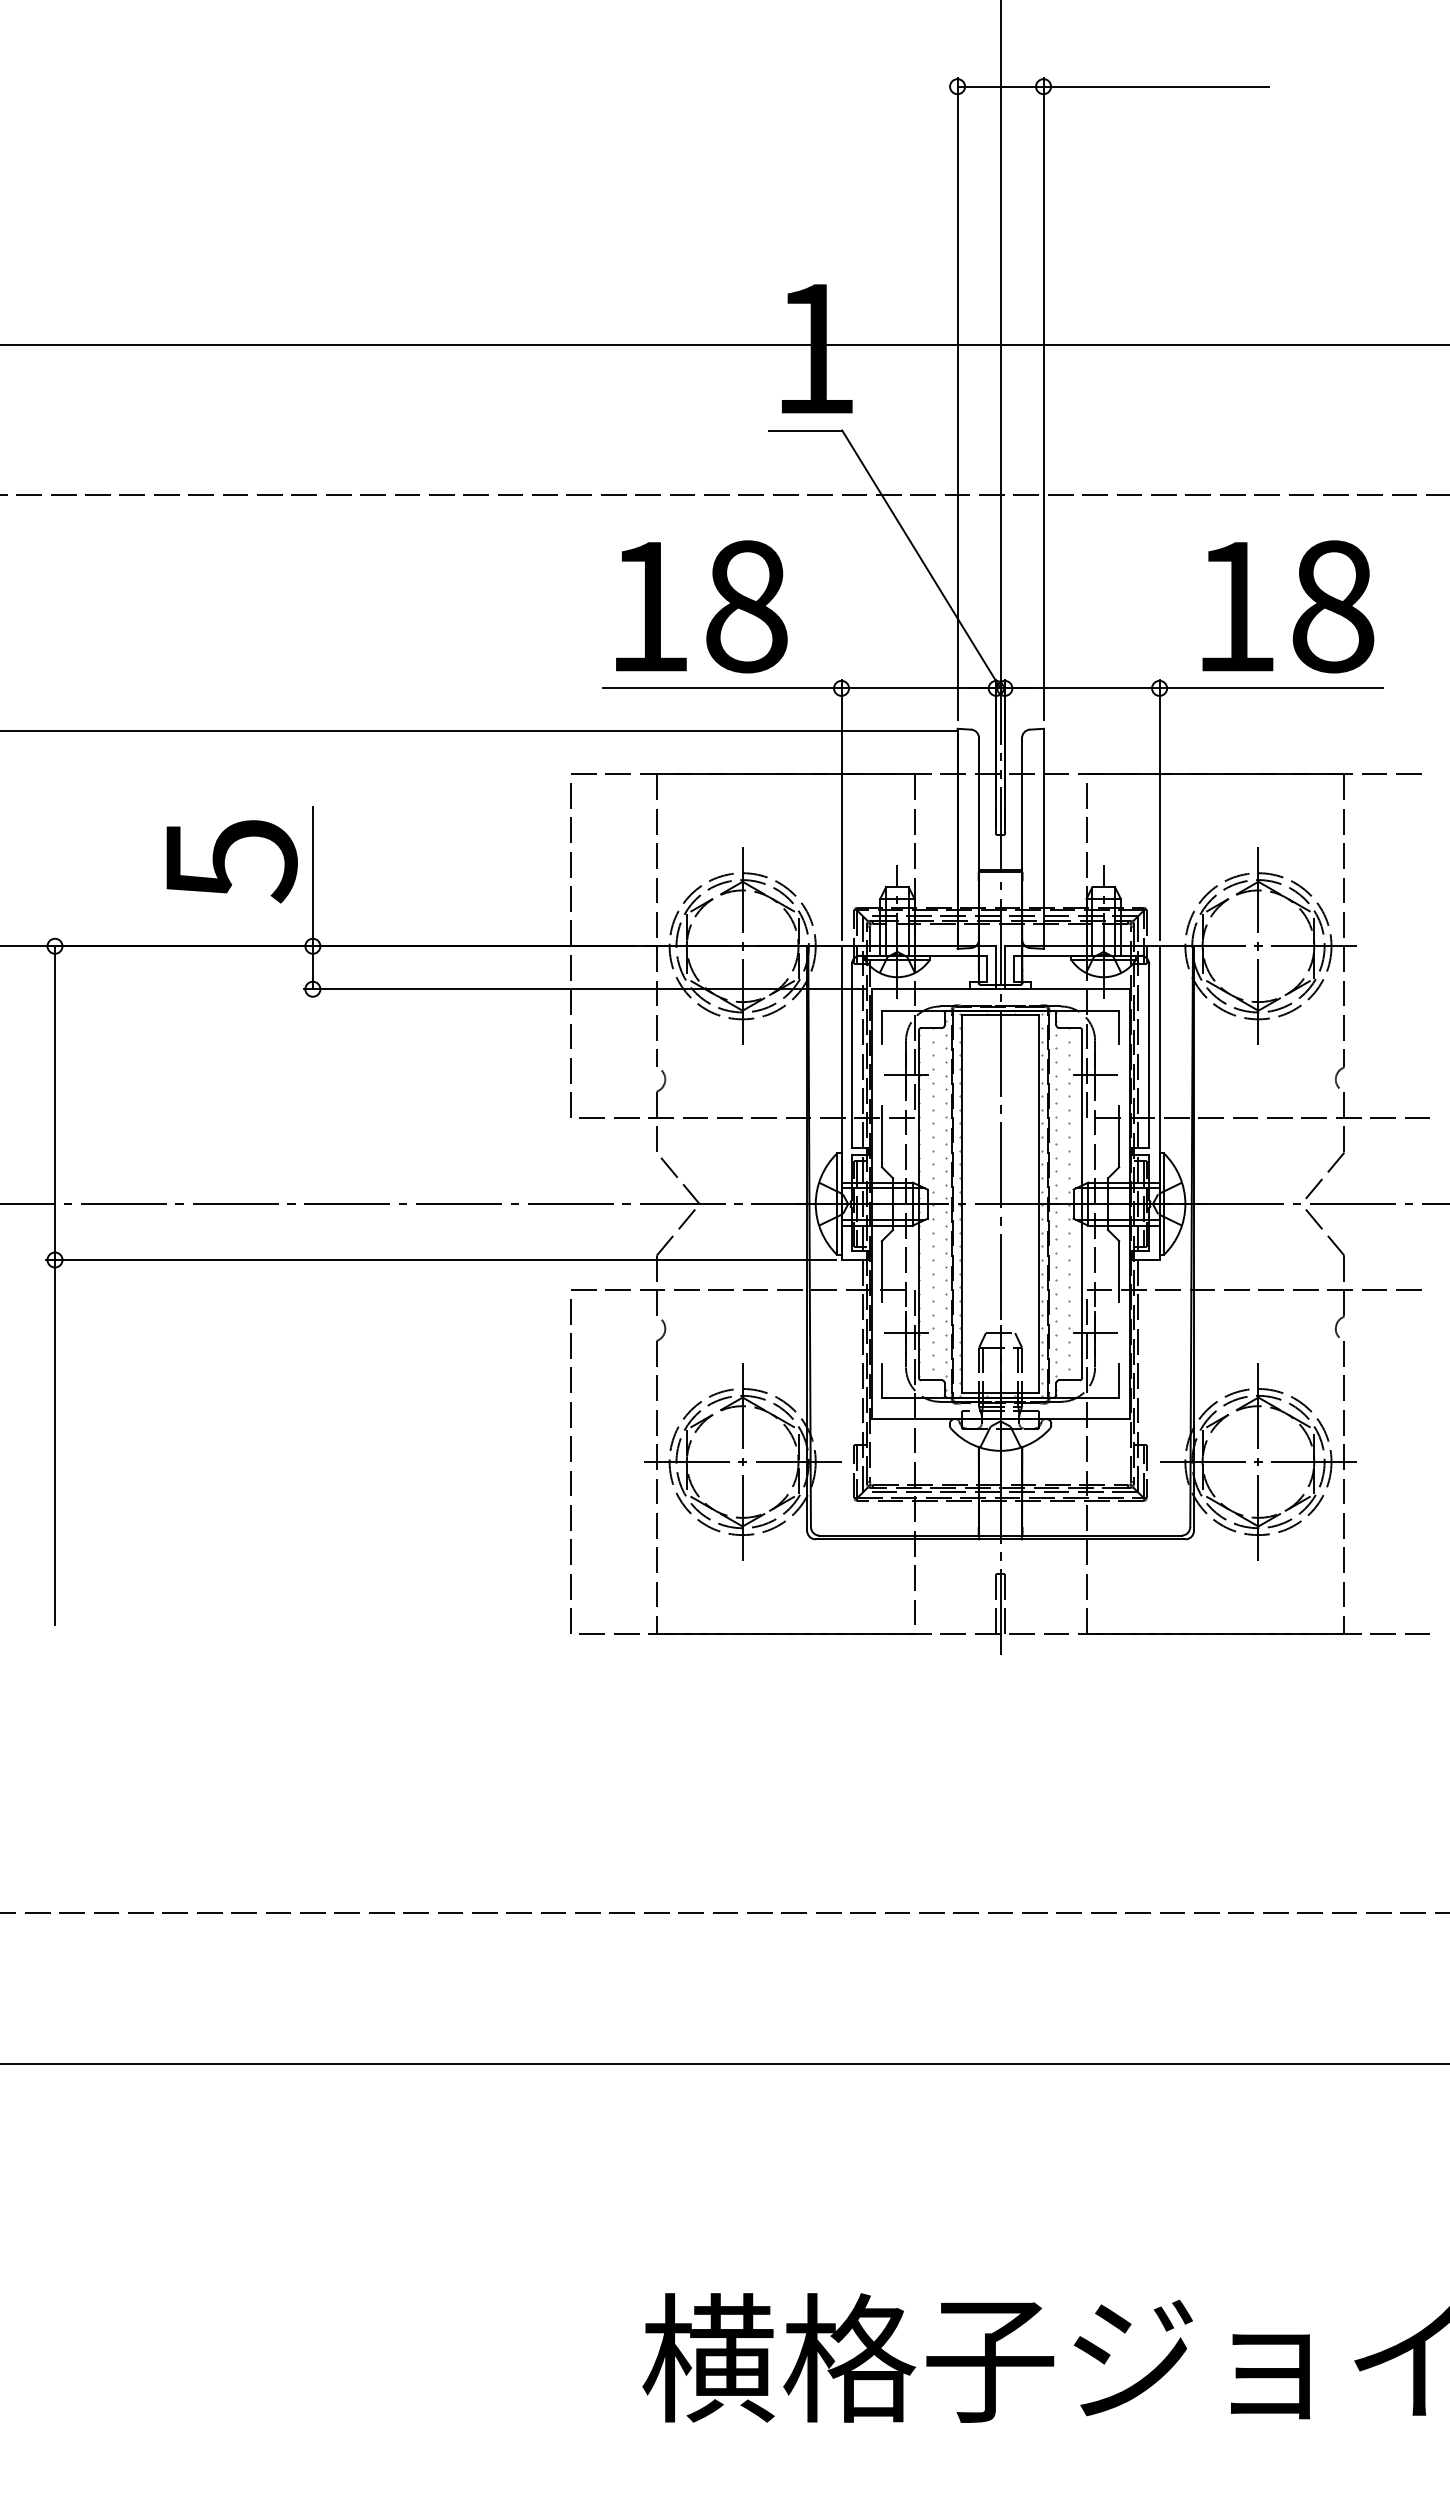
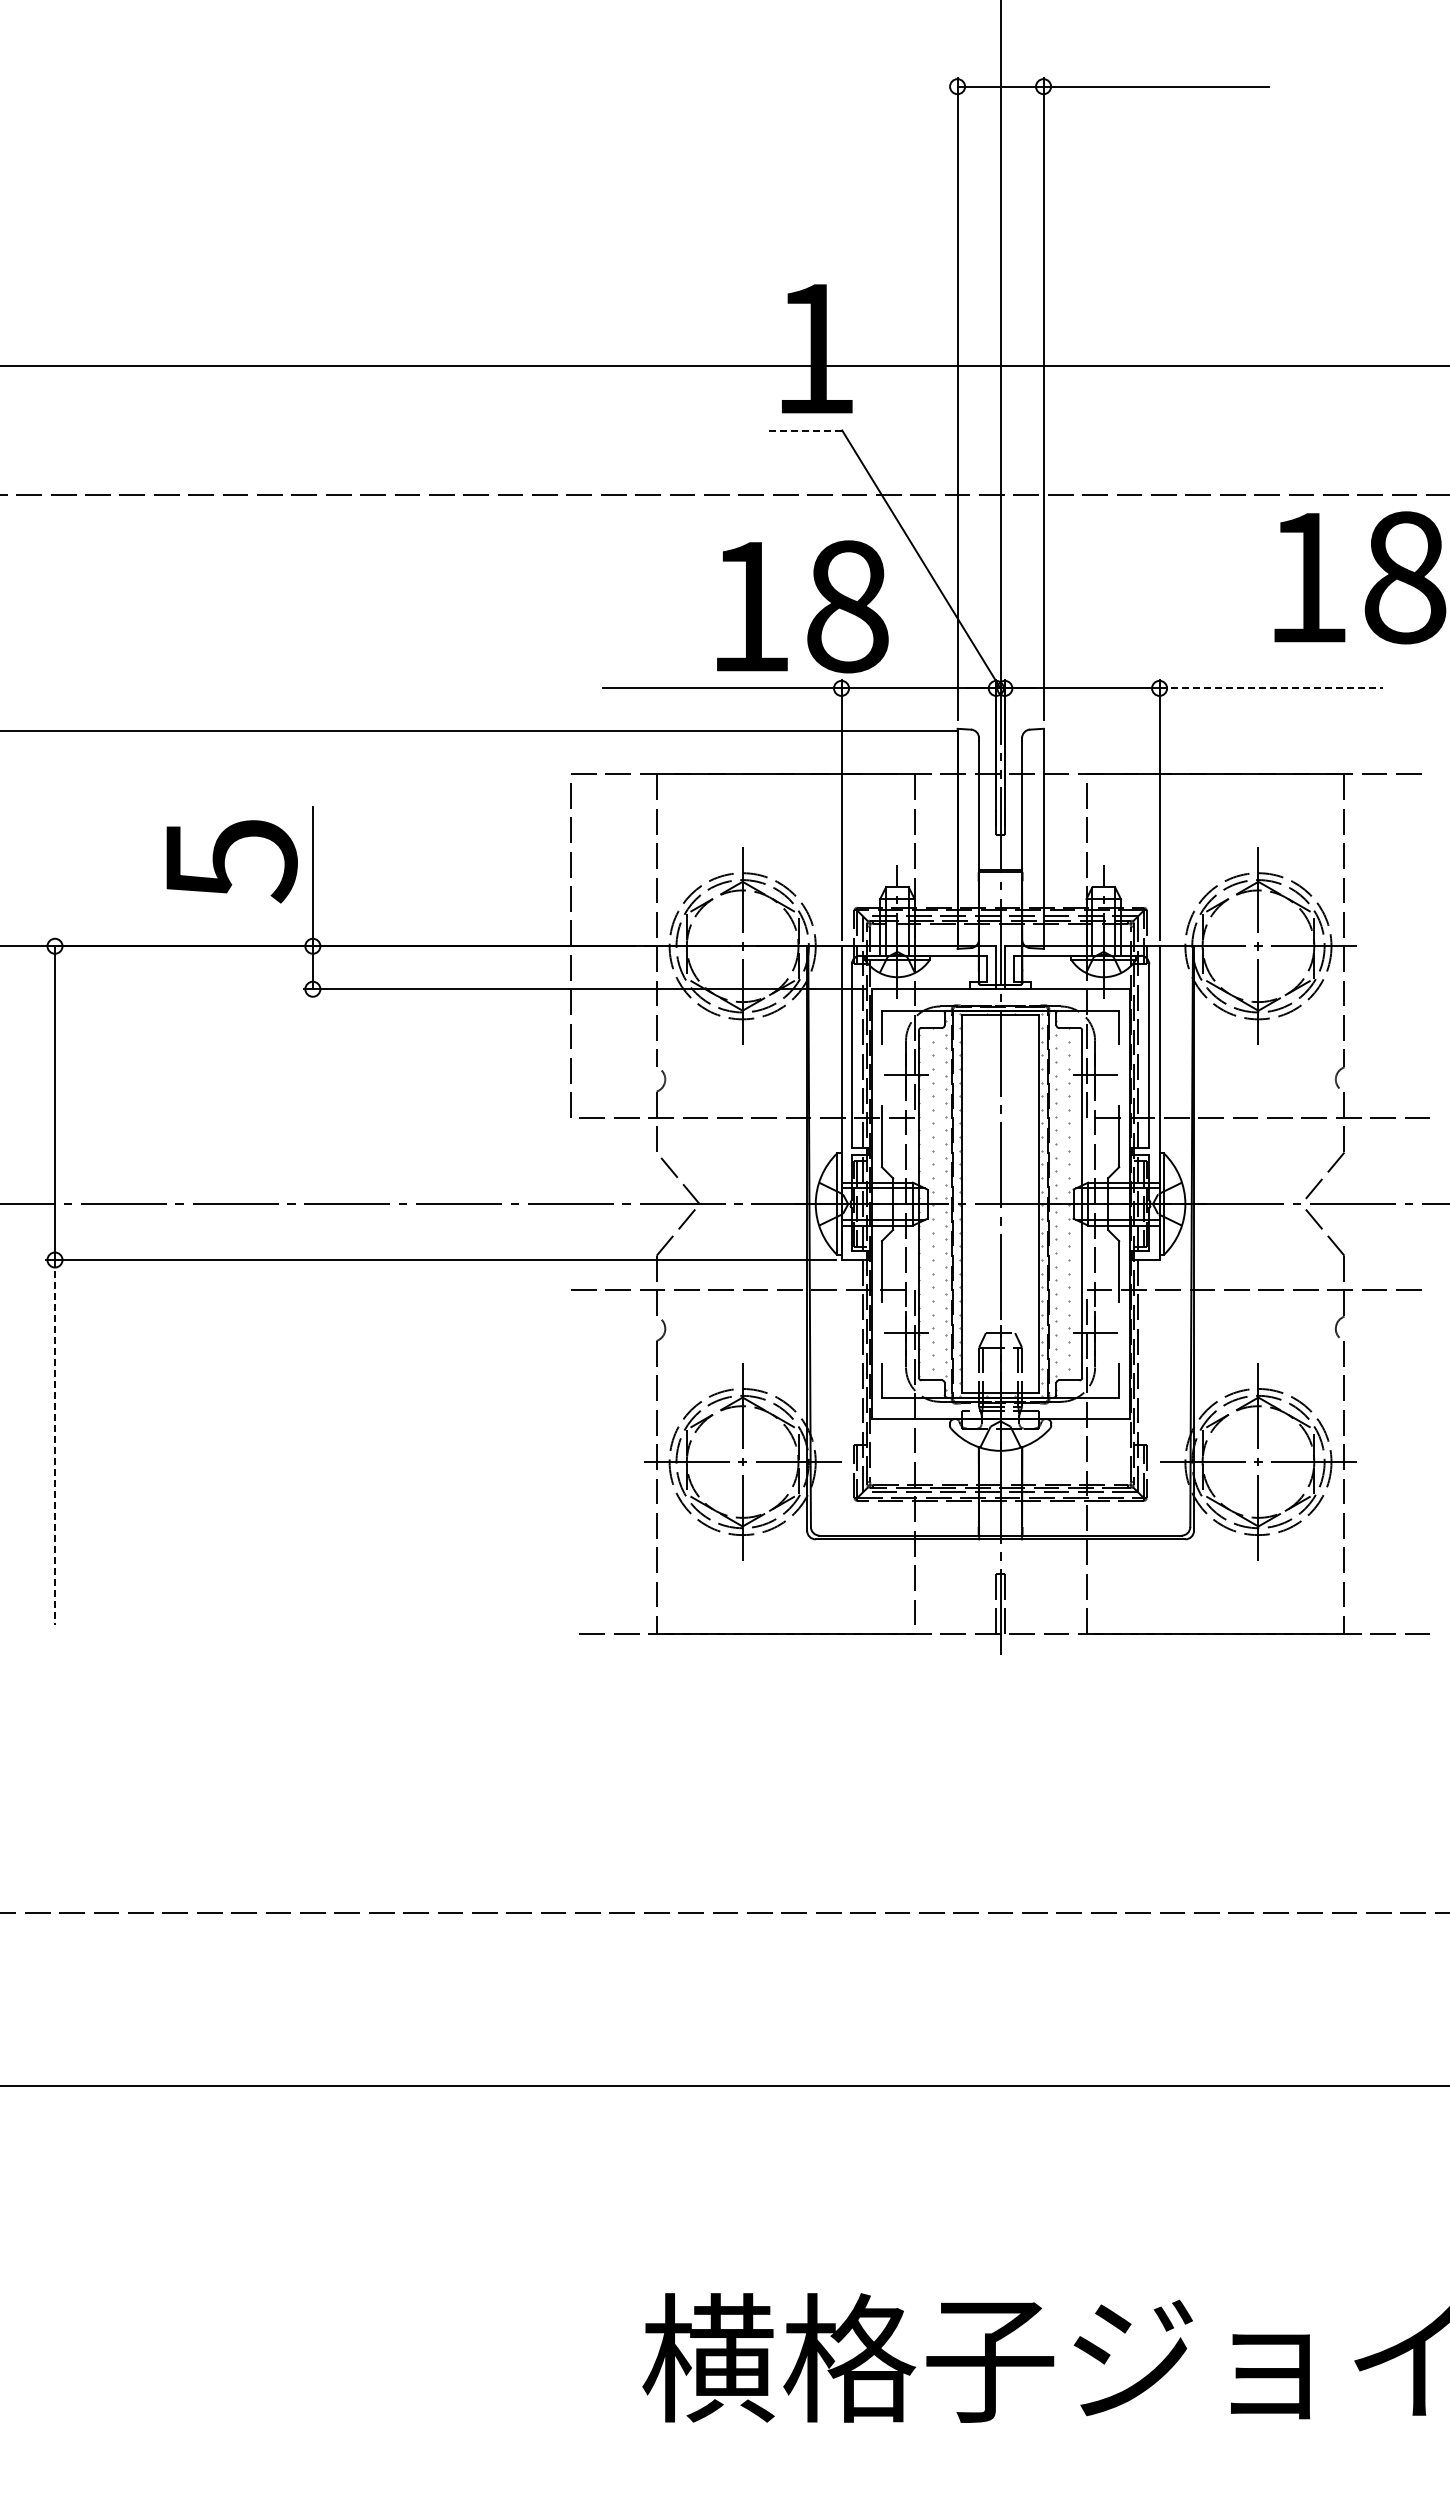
line at (724, 344) position: (724, 344) -> (724, 365)
line at (805, 430): solid -> dashed
text at (701, 606) position: (701, 606) -> (802, 606)
text at (1288, 606) position: (1288, 606) -> (1360, 577)
line at (1271, 688): solid -> dashed
line at (55, 1442): solid -> dashed
line at (570, 1461): present -> none
line at (724, 2063) position: (724, 2063) -> (724, 2085)
